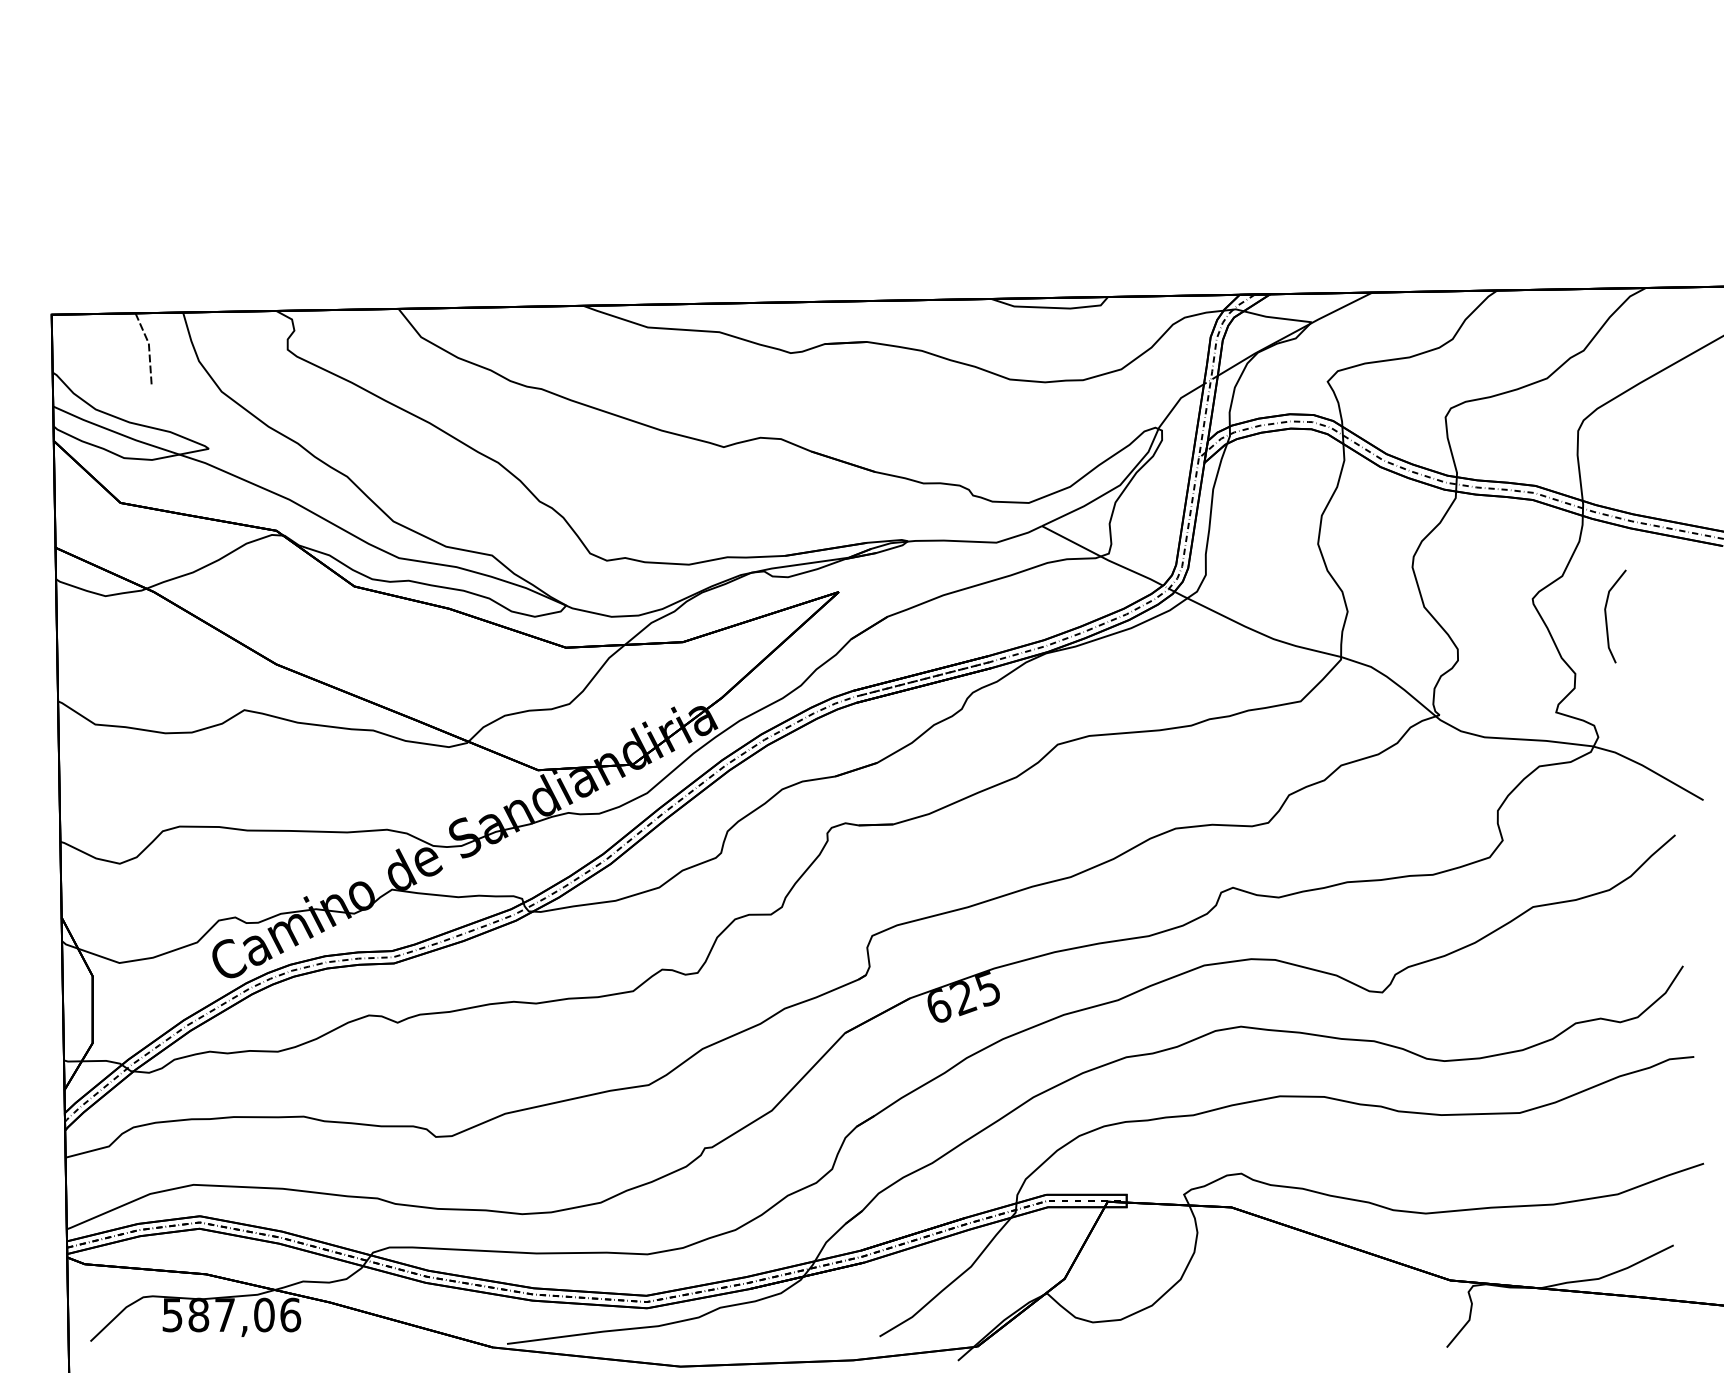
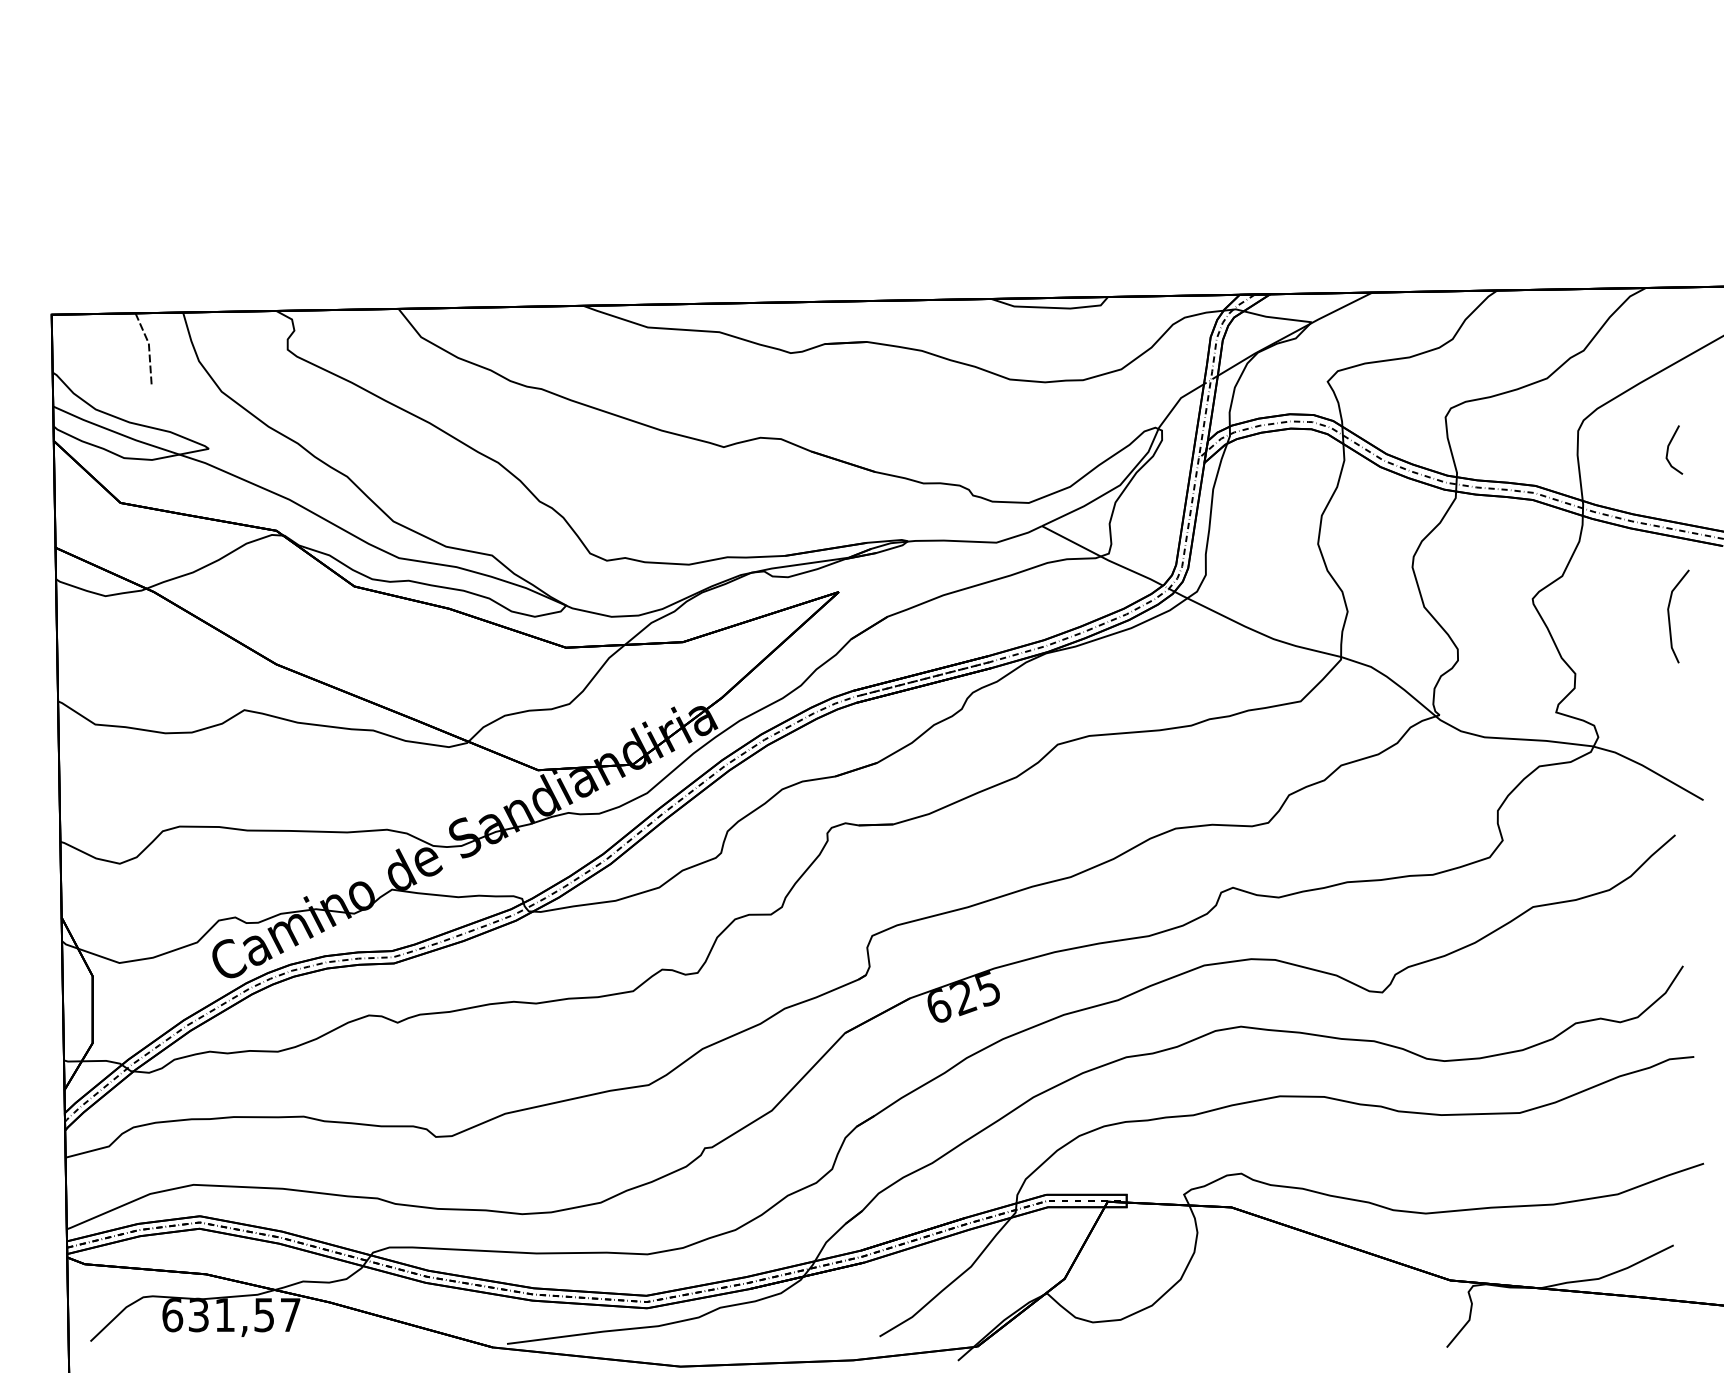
line at (1669, 446): none -> present
line at (1607, 620) position: (1607, 620) -> (1670, 620)
text at (231, 1314): 587,06 -> 631,57
